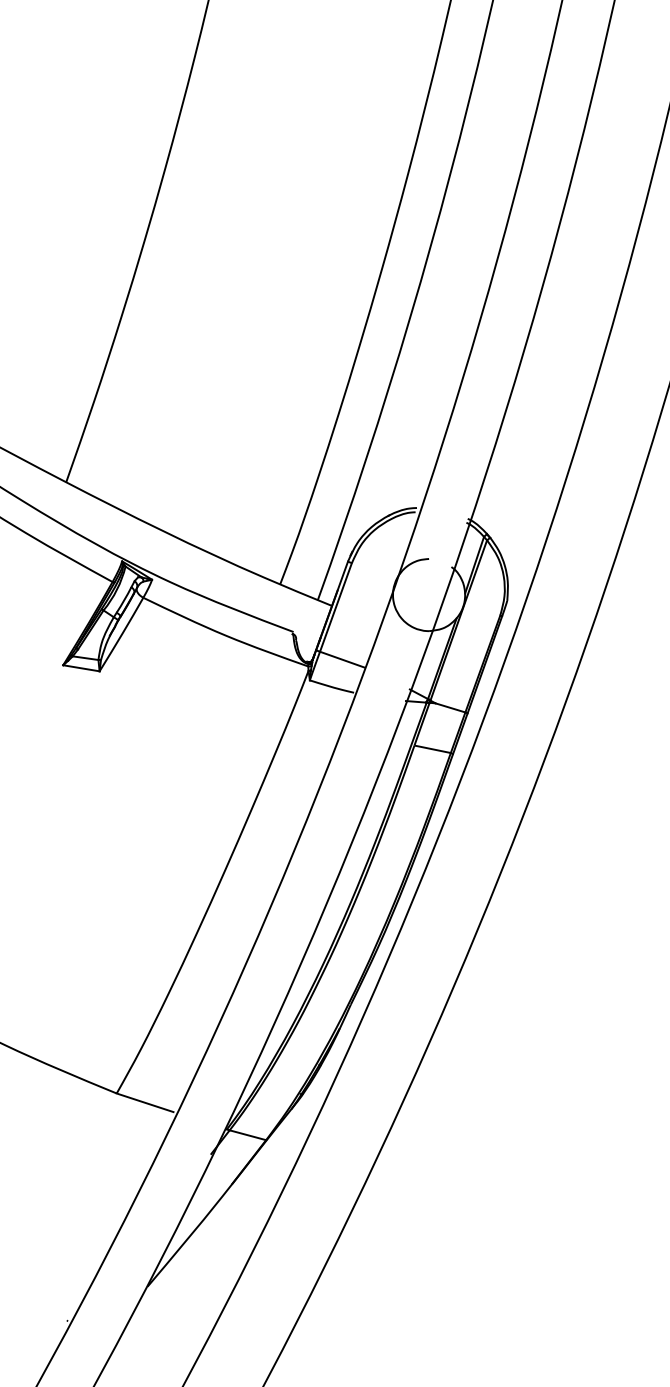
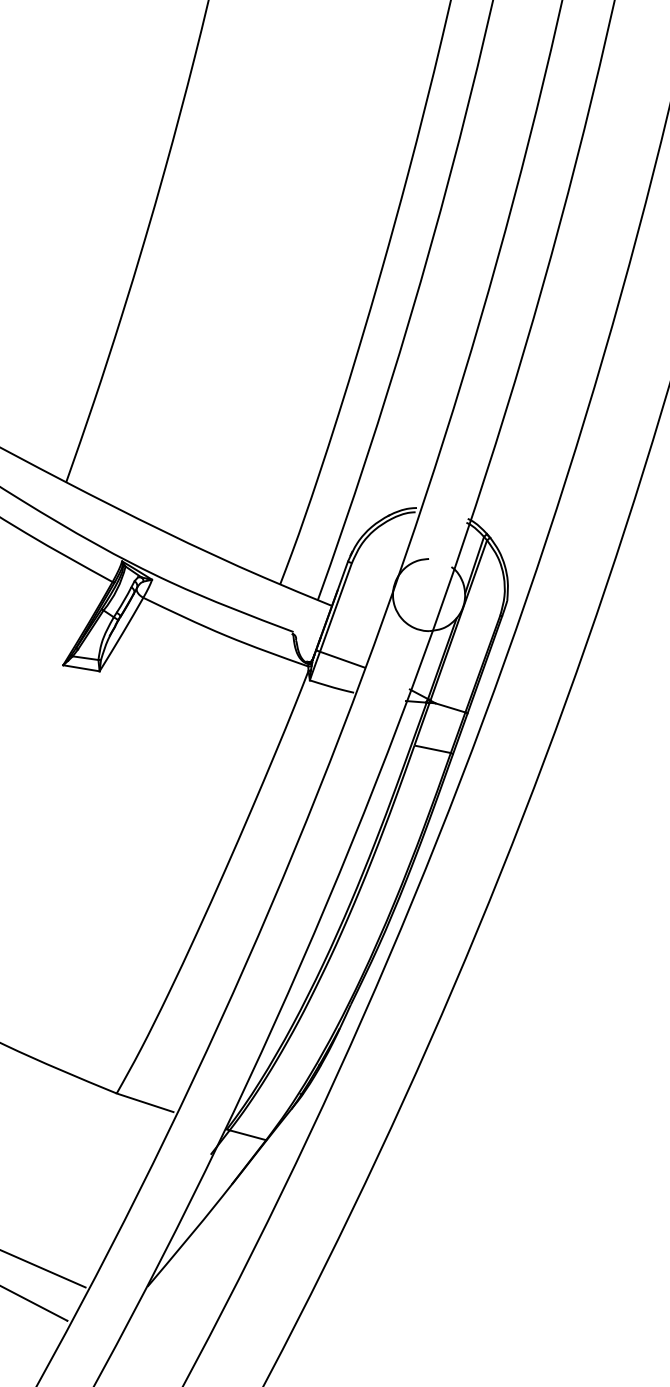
line at (43, 1269): none -> present
line at (34, 1303): none -> present
